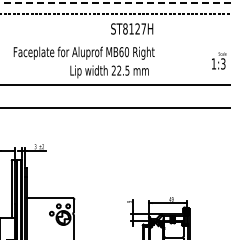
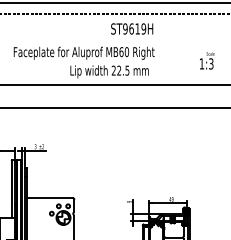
line at (116, 3): dashed -> solid
text at (134, 28): ST8127H -> ST9619H
text at (219, 60) position: (219, 60) -> (207, 60)
